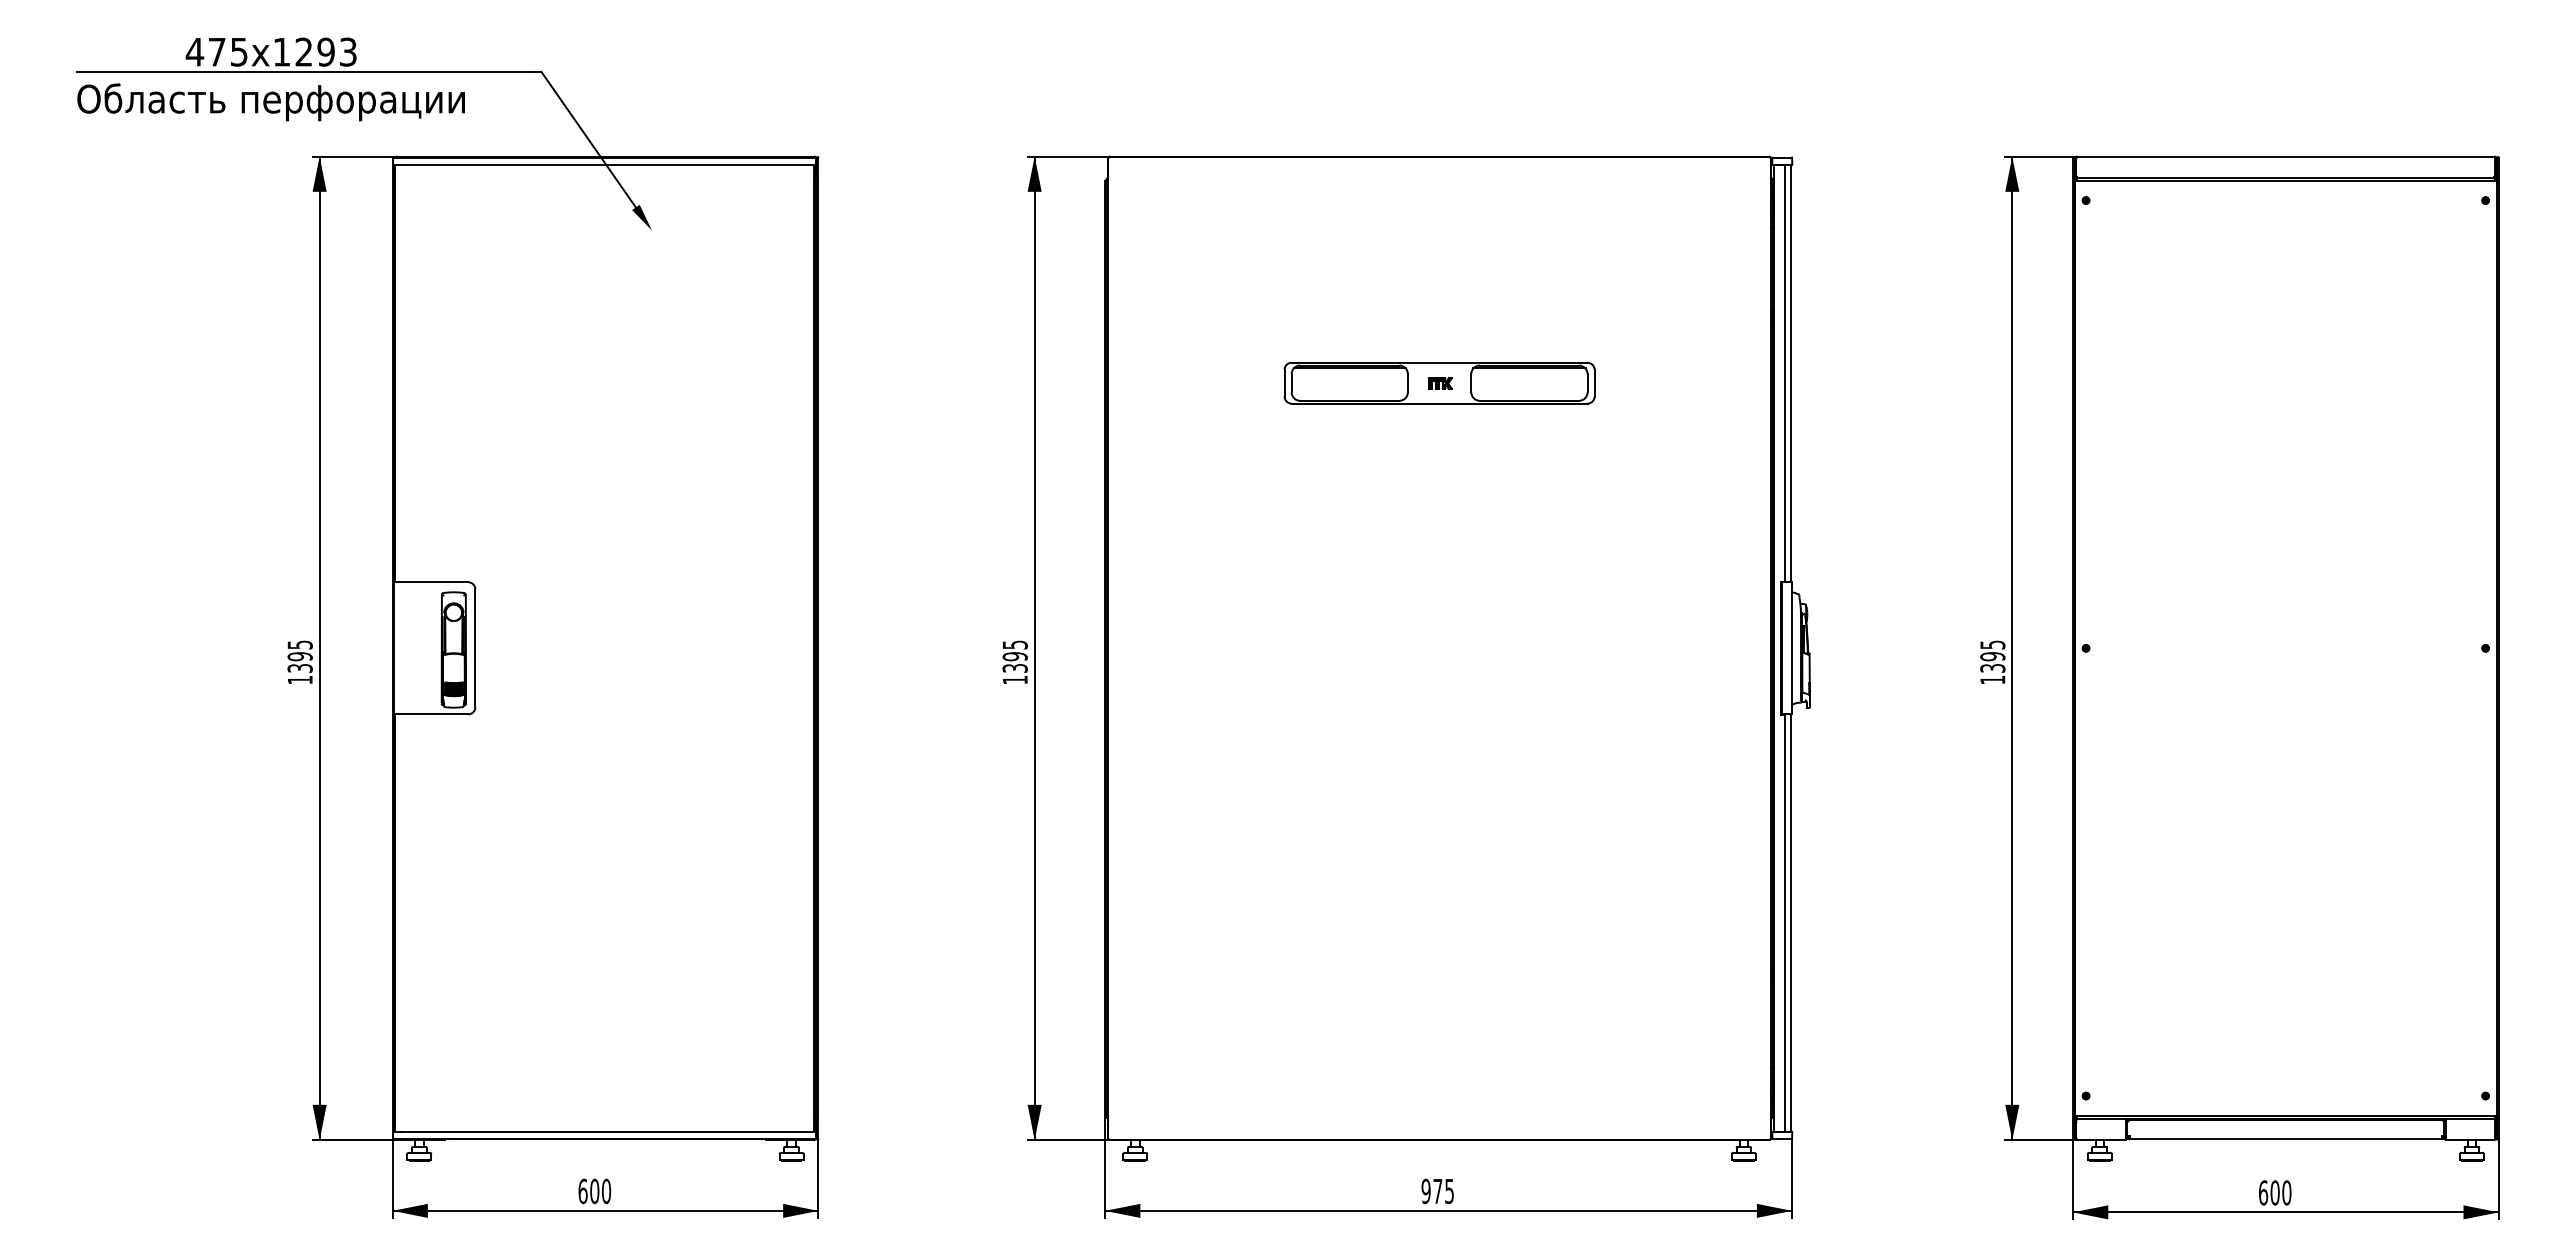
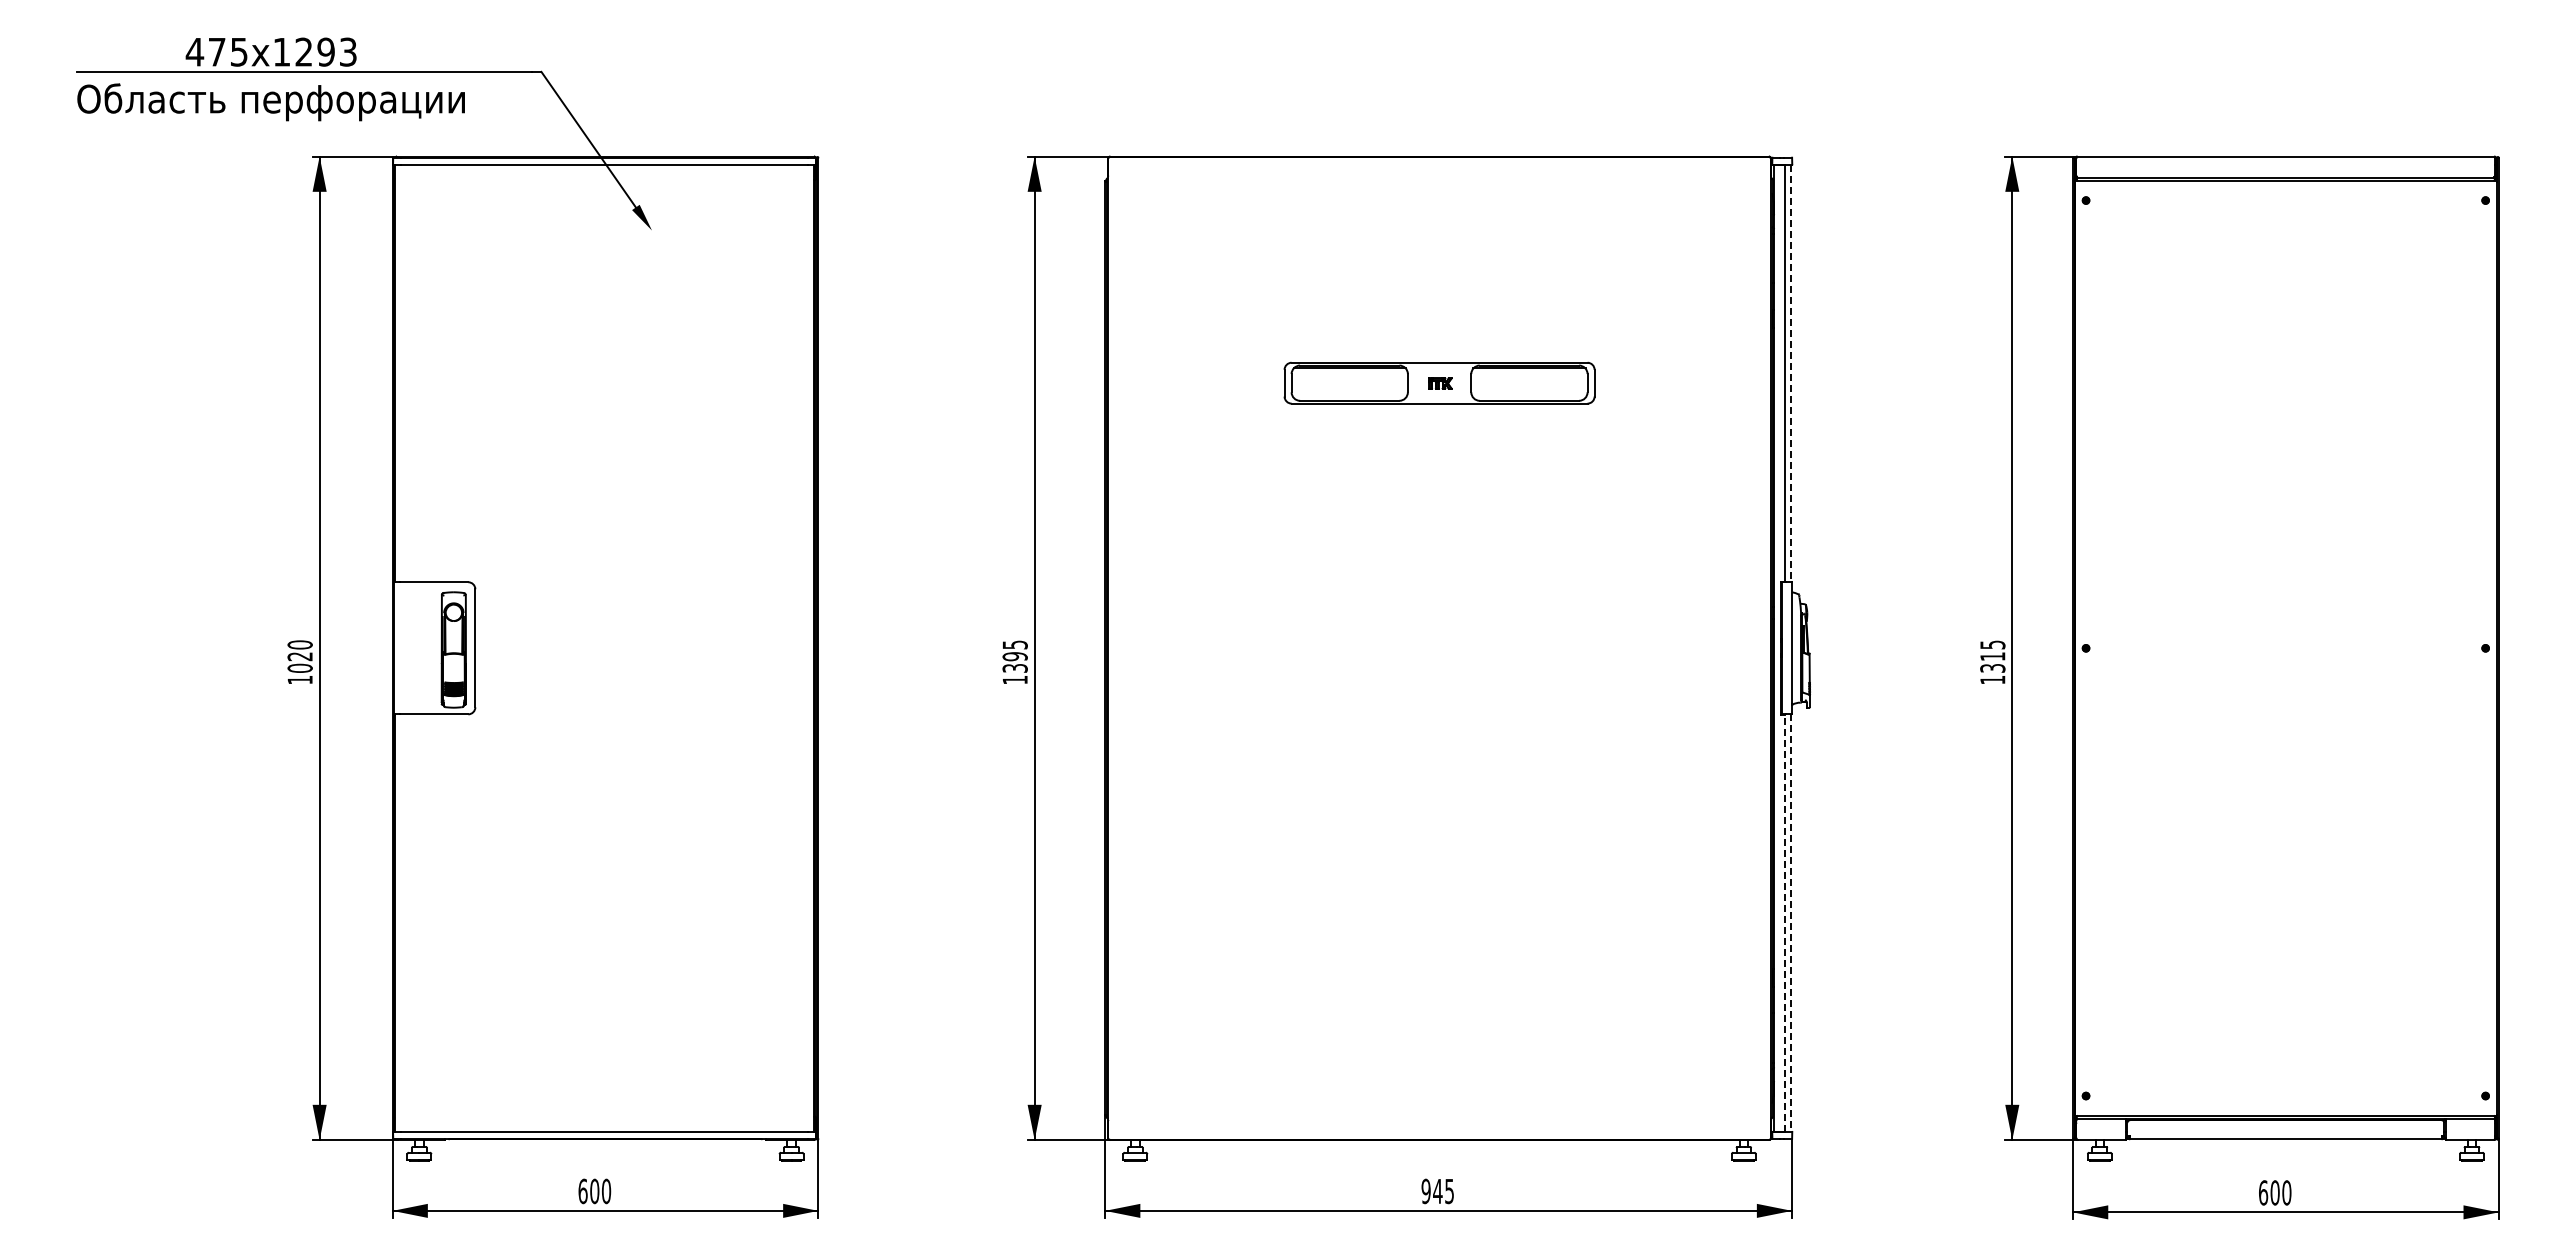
line at (1790, 373): solid -> dashed
text at (299, 656): 1395 -> 1020
text at (1992, 656): 1395 -> 1315
line at (1784, 922): solid -> dashed
line at (1790, 923): solid -> dashed
text at (1437, 1191): 975 -> 945
